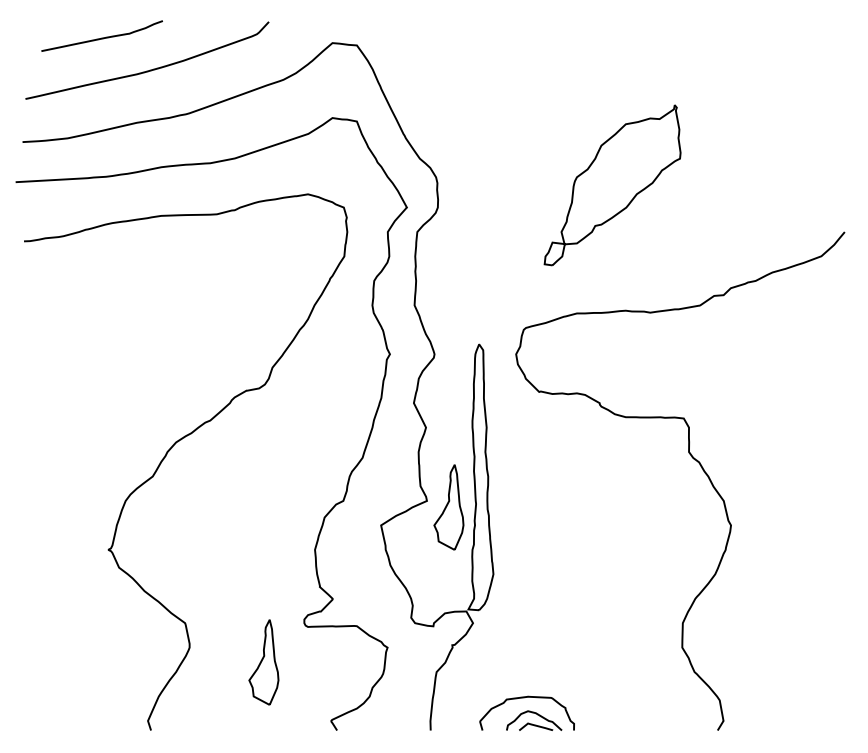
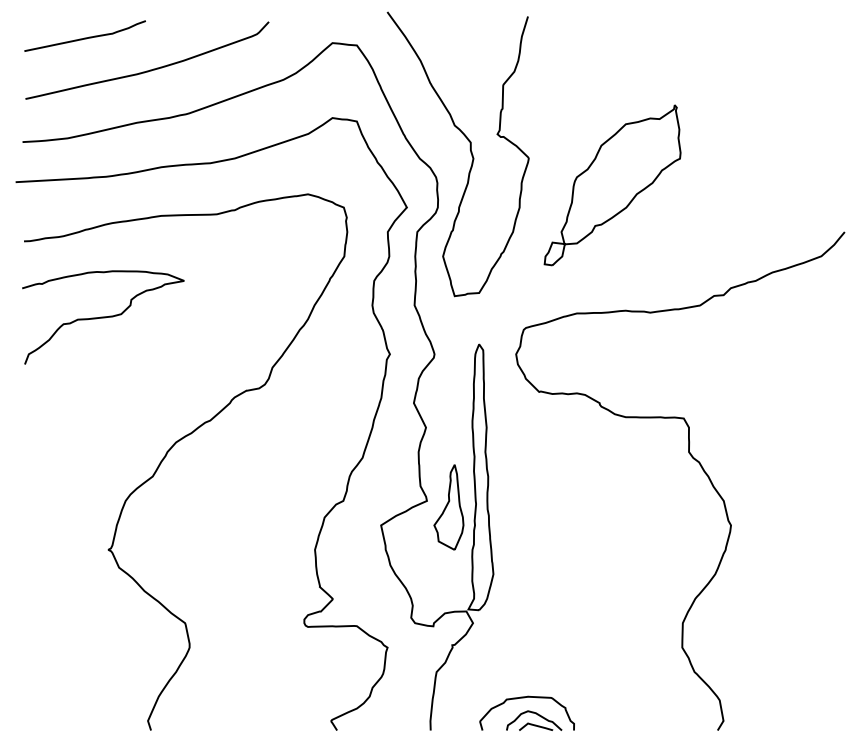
curve at (101, 37) position: (101, 37) -> (84, 37)
curve at (470, 153): none -> present
curve at (103, 317): none -> present
part at (263, 662): present -> none
